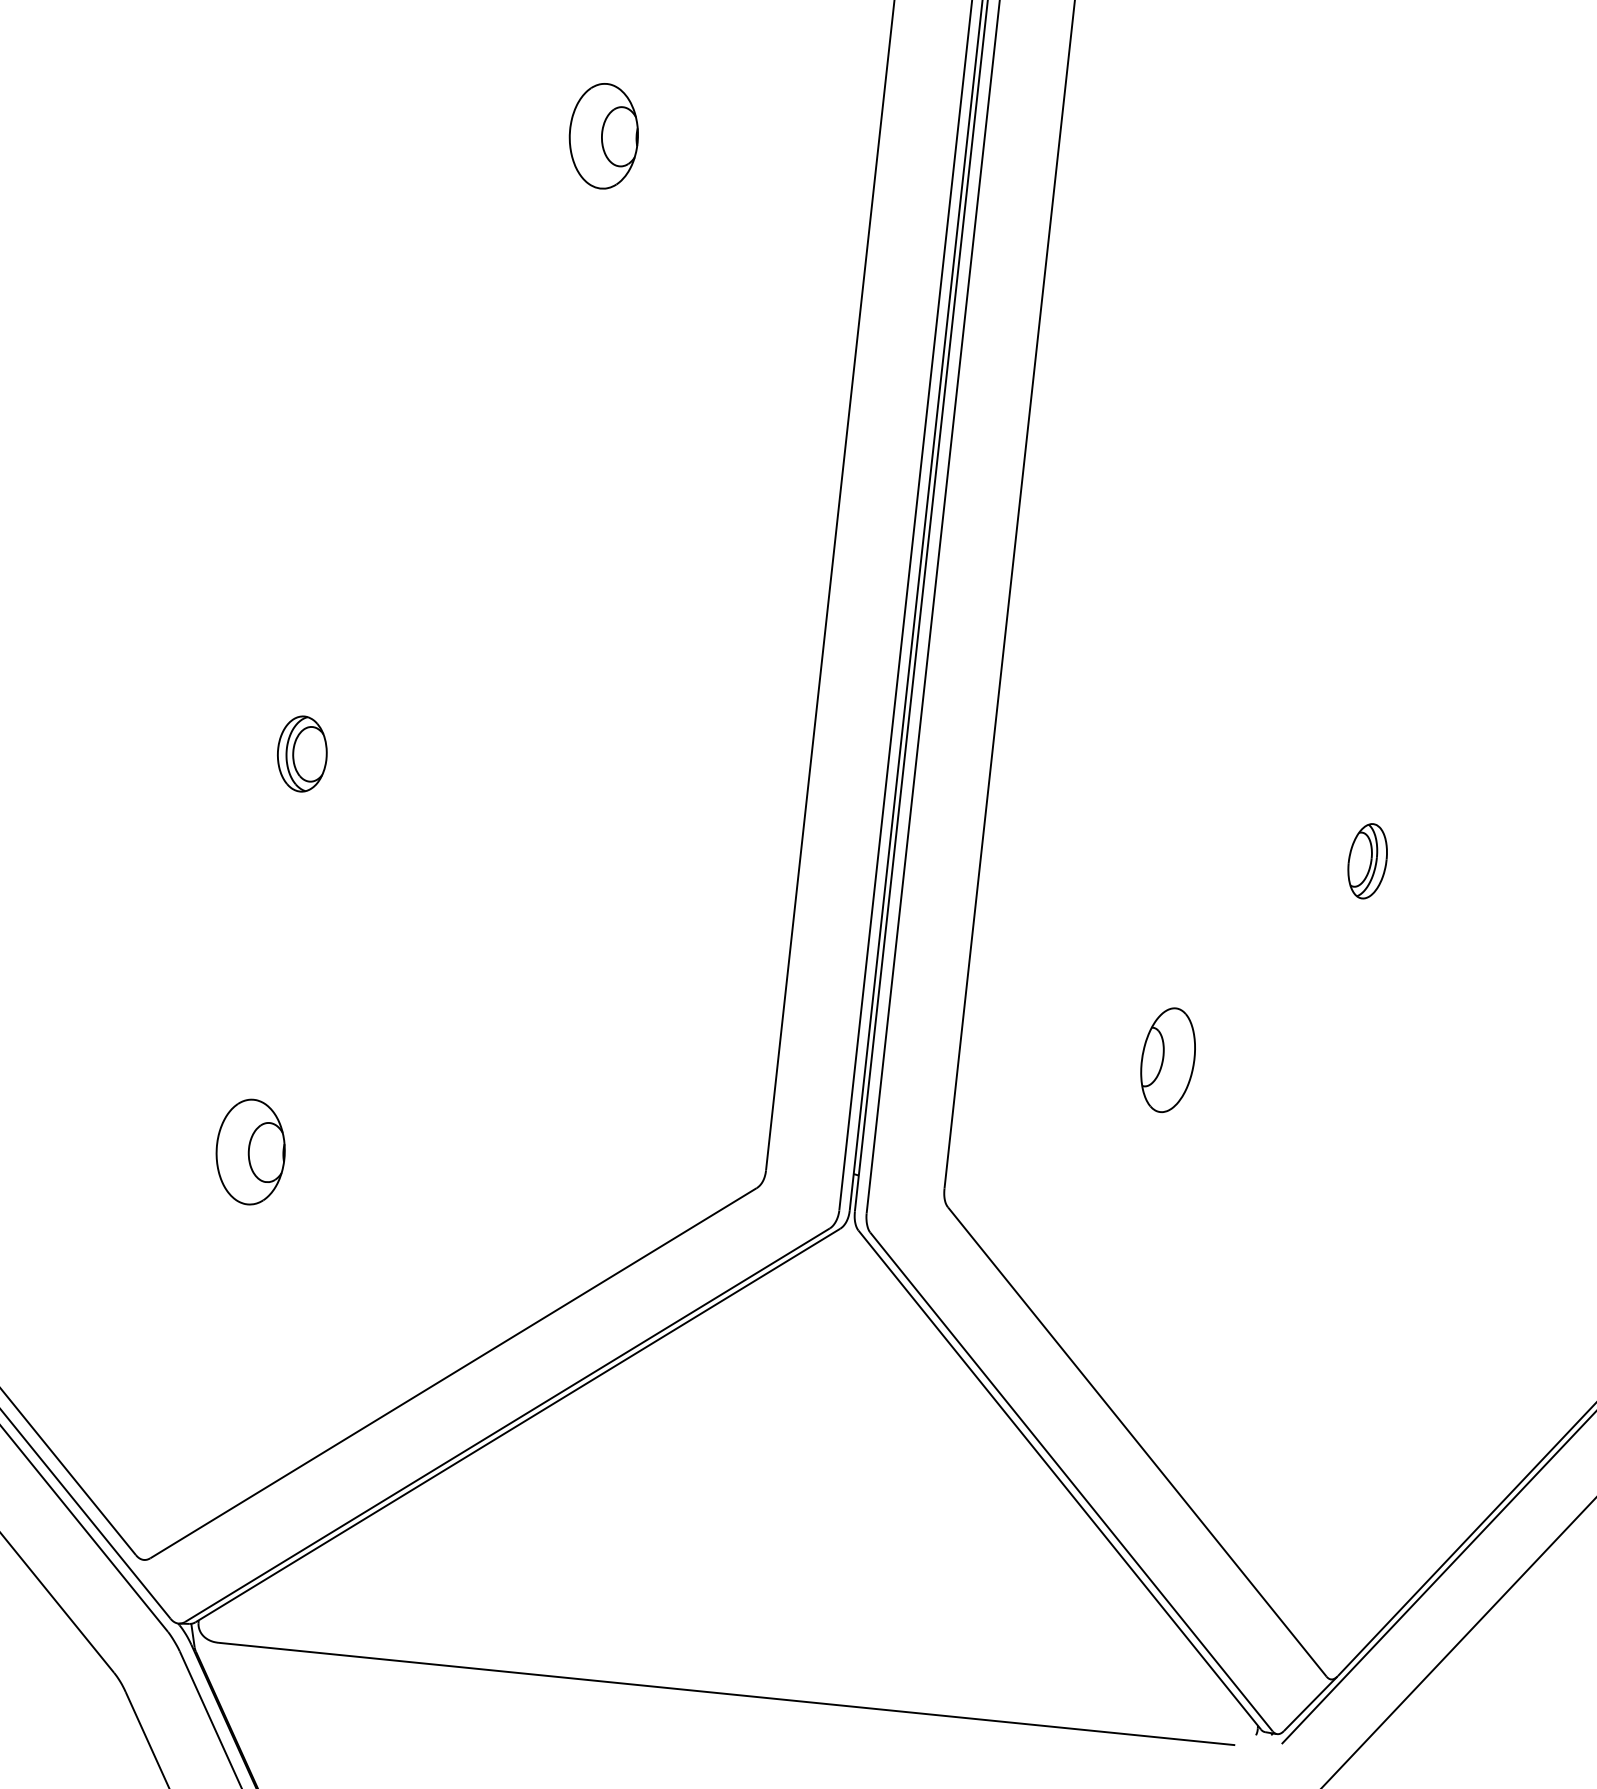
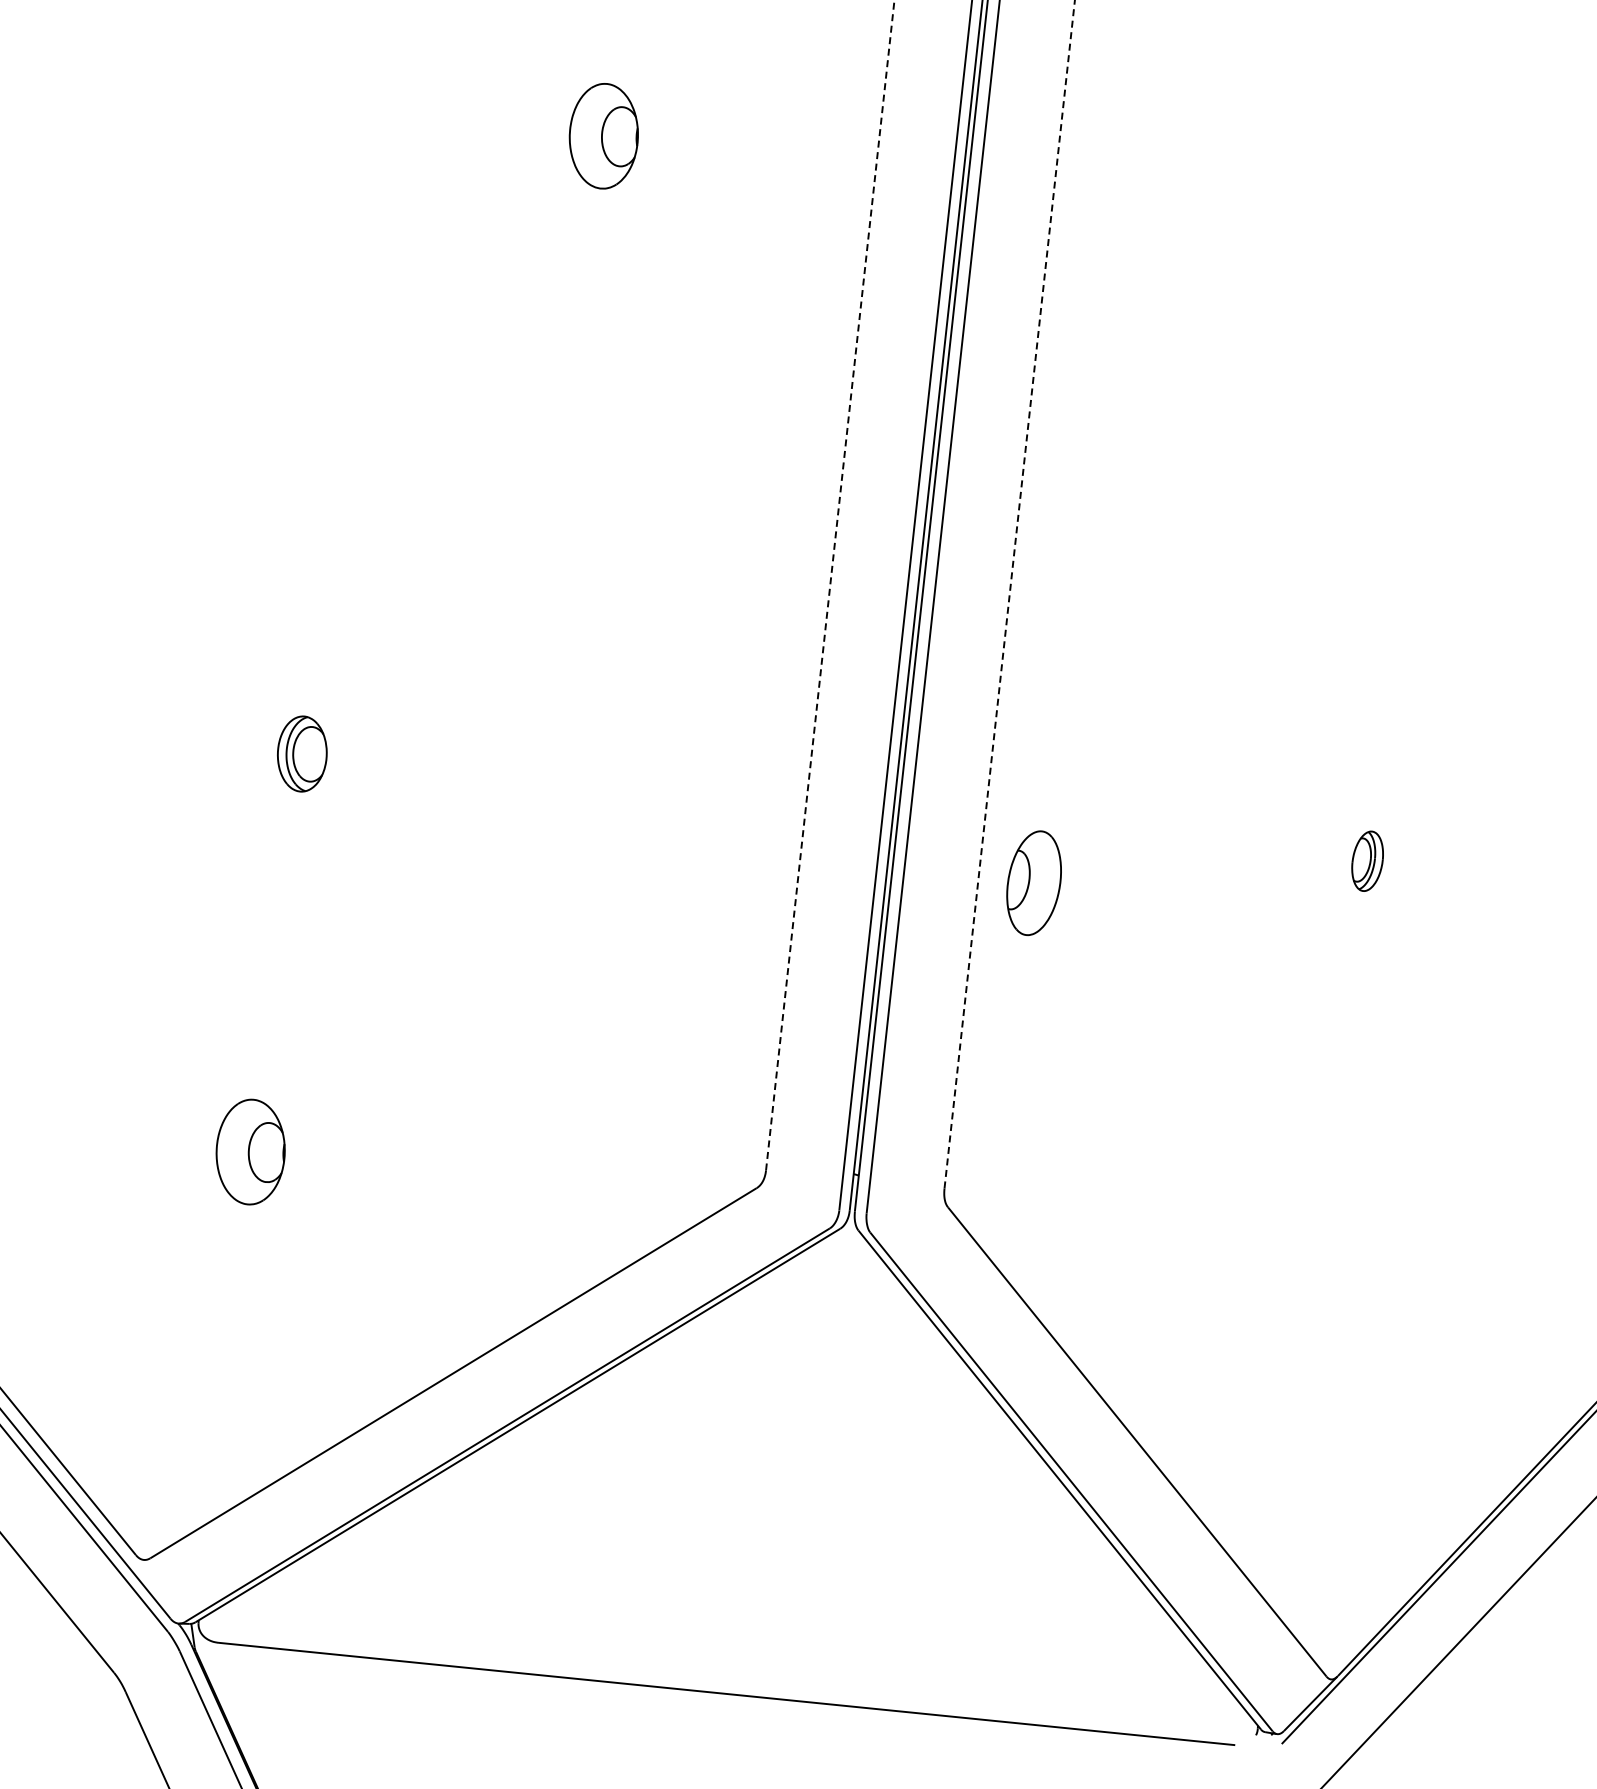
line at (830, 584): solid -> dashed
line at (1009, 594): solid -> dashed
part at (1367, 861) size: 41x77 px -> 33x62 px
part at (1167, 1060) position: (1167, 1060) -> (1033, 883)
